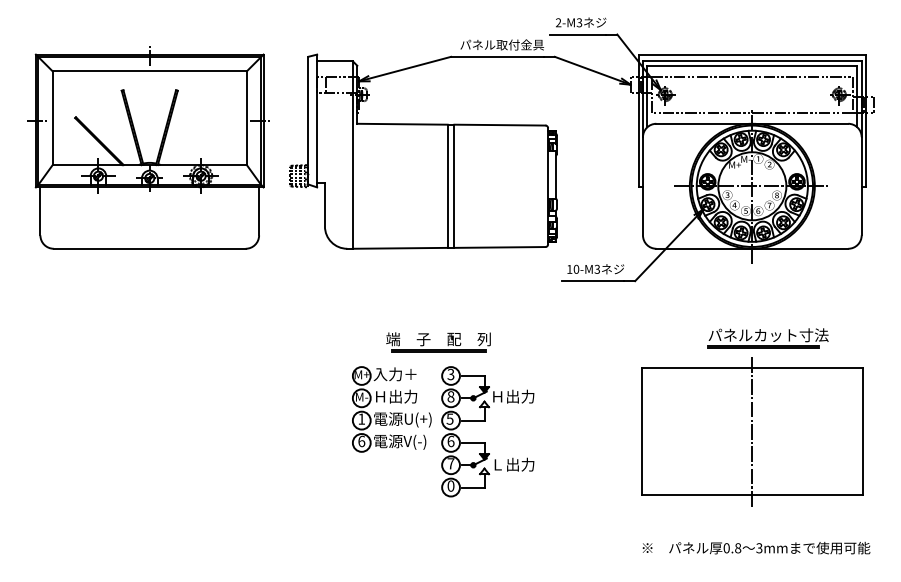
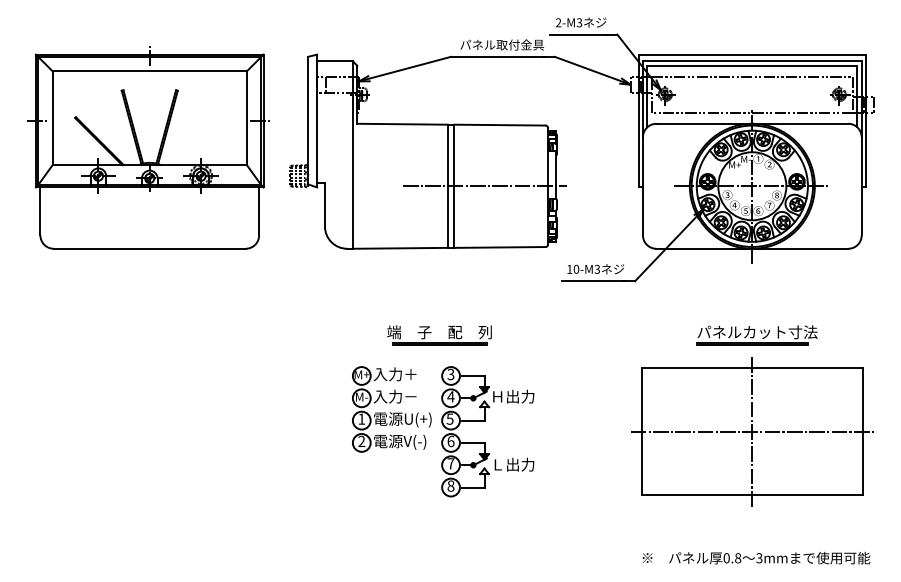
line at (485, 186): none -> present
part at (767, 338) position: (767, 338) -> (756, 335)
part at (438, 349) position: (438, 349) -> (439, 342)
text at (395, 396): Ｈ出力 -> 入力－
text at (450, 396): 8 -> 4
line at (751, 431): none -> present
text at (361, 441): 6 -> 2
text at (450, 485): 0 -> 8
text at (756, 547) position: (756, 547) -> (756, 557)
